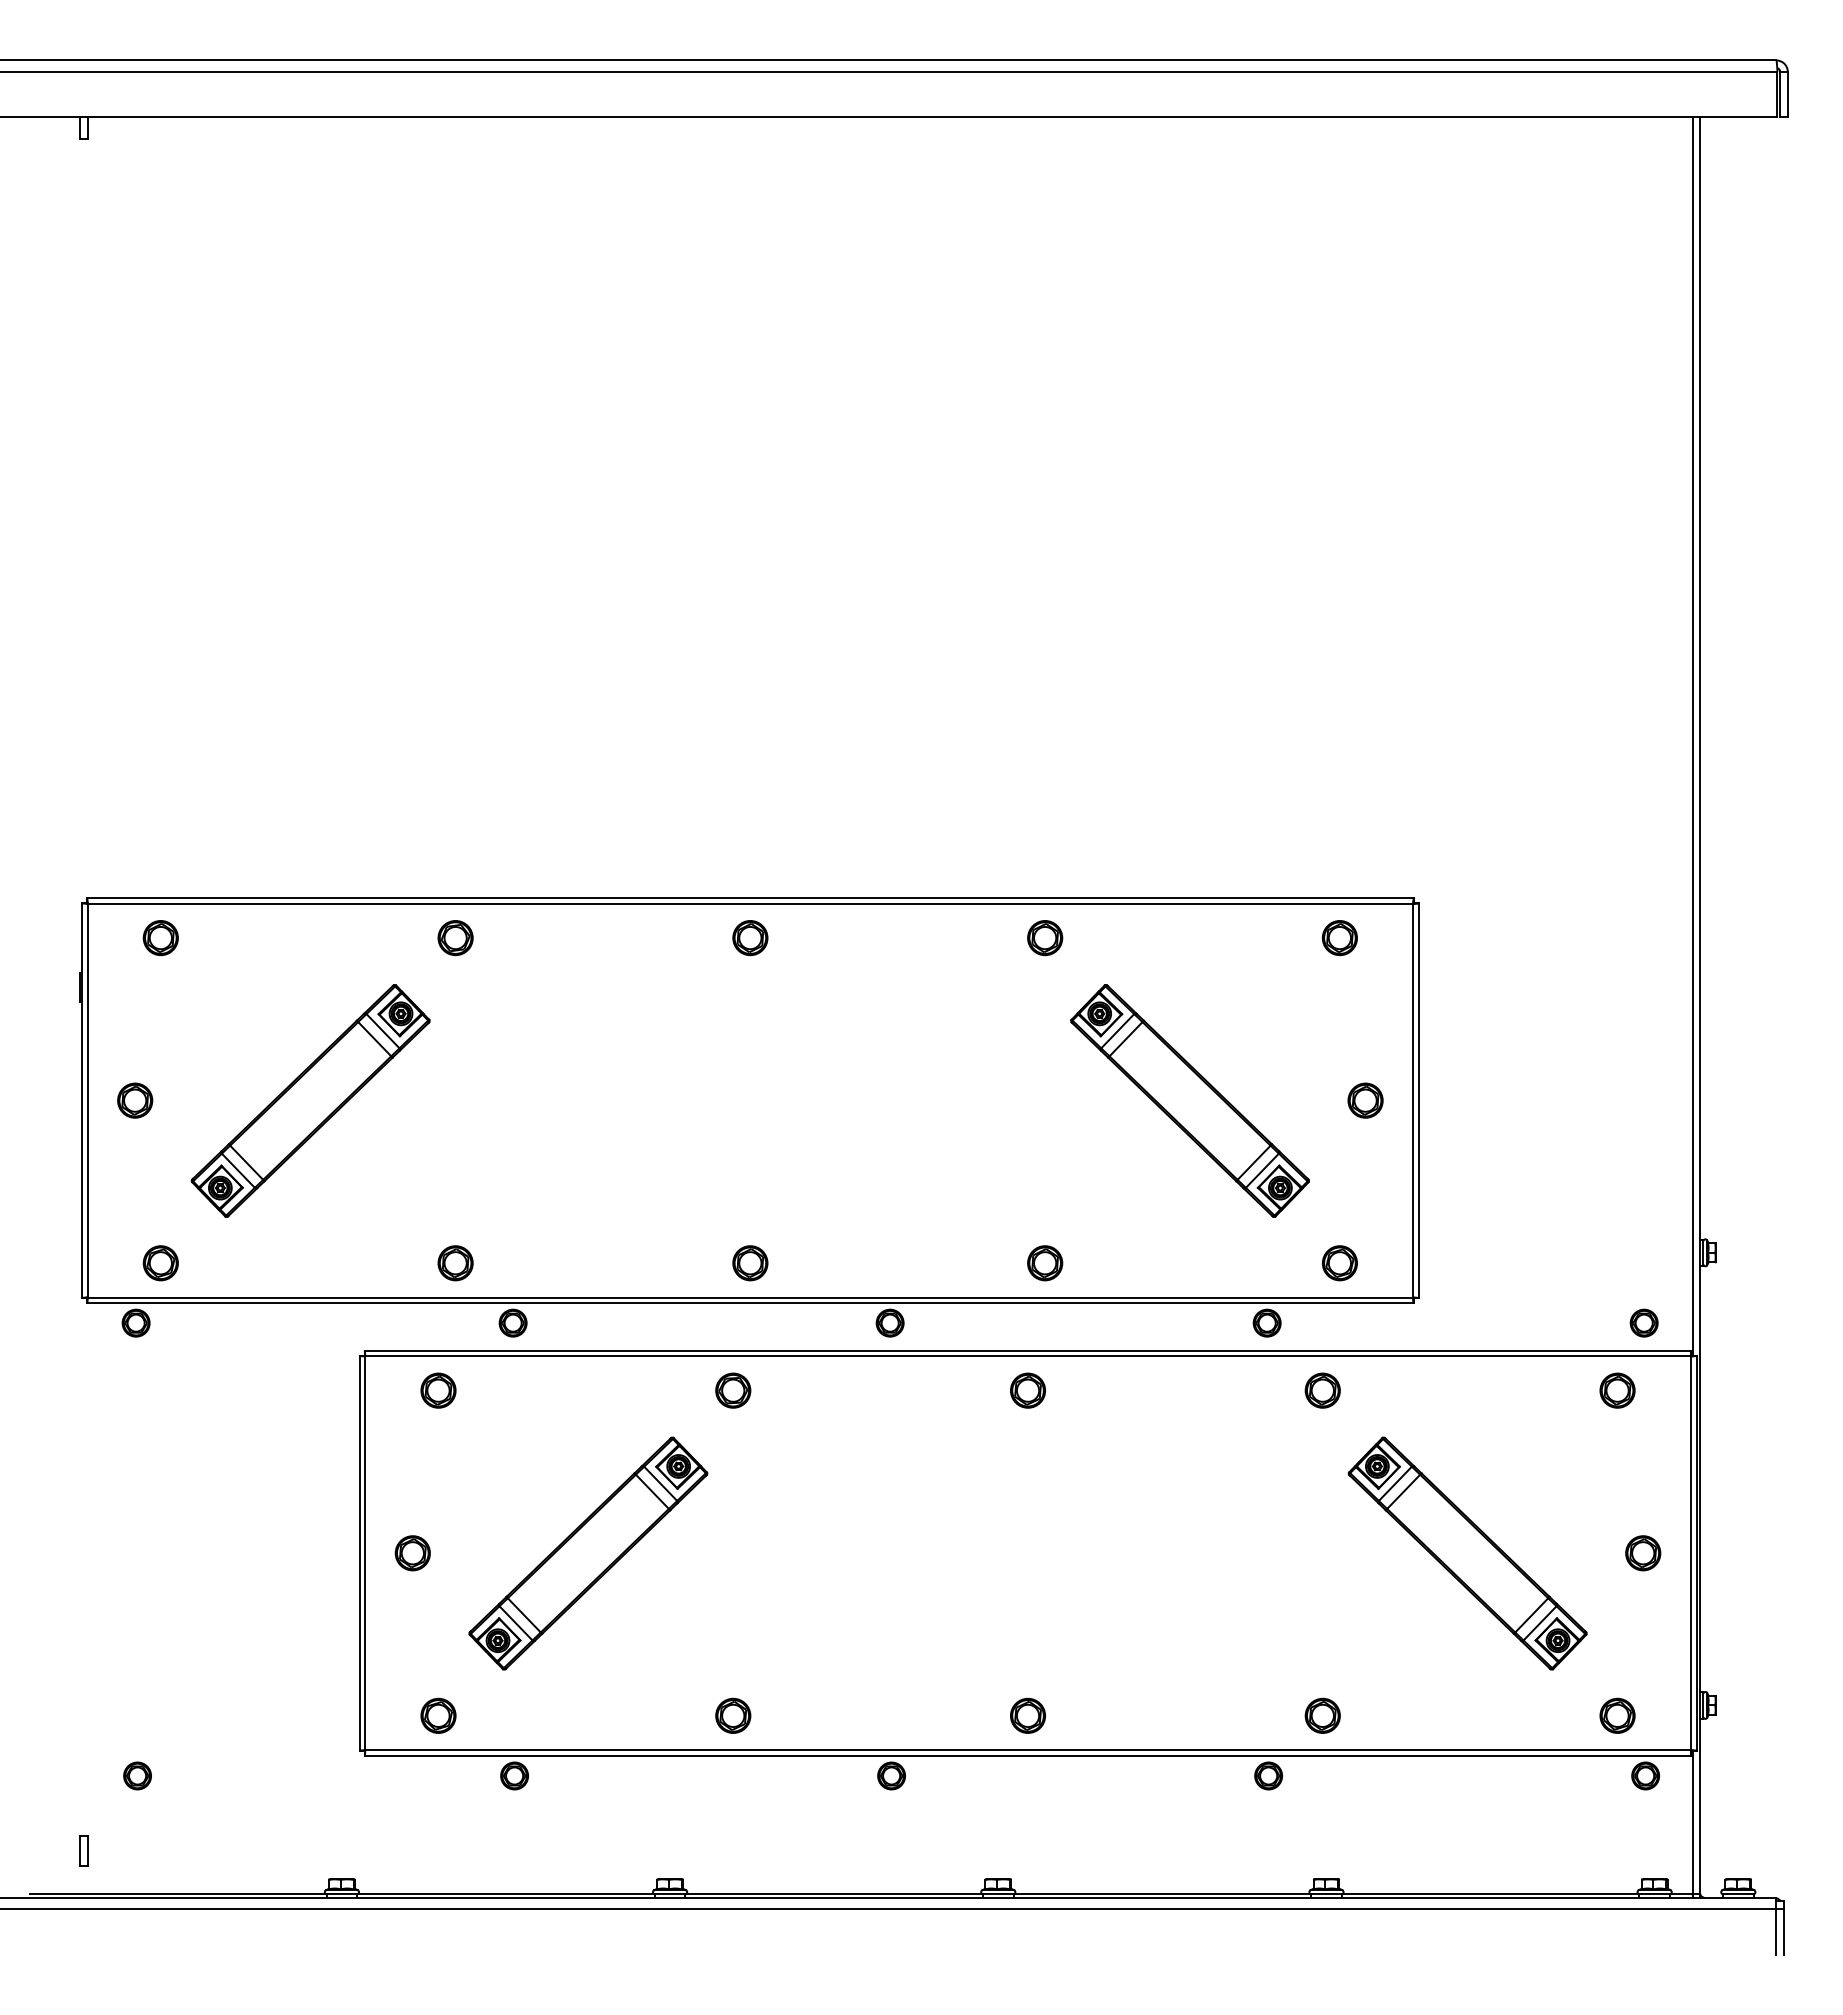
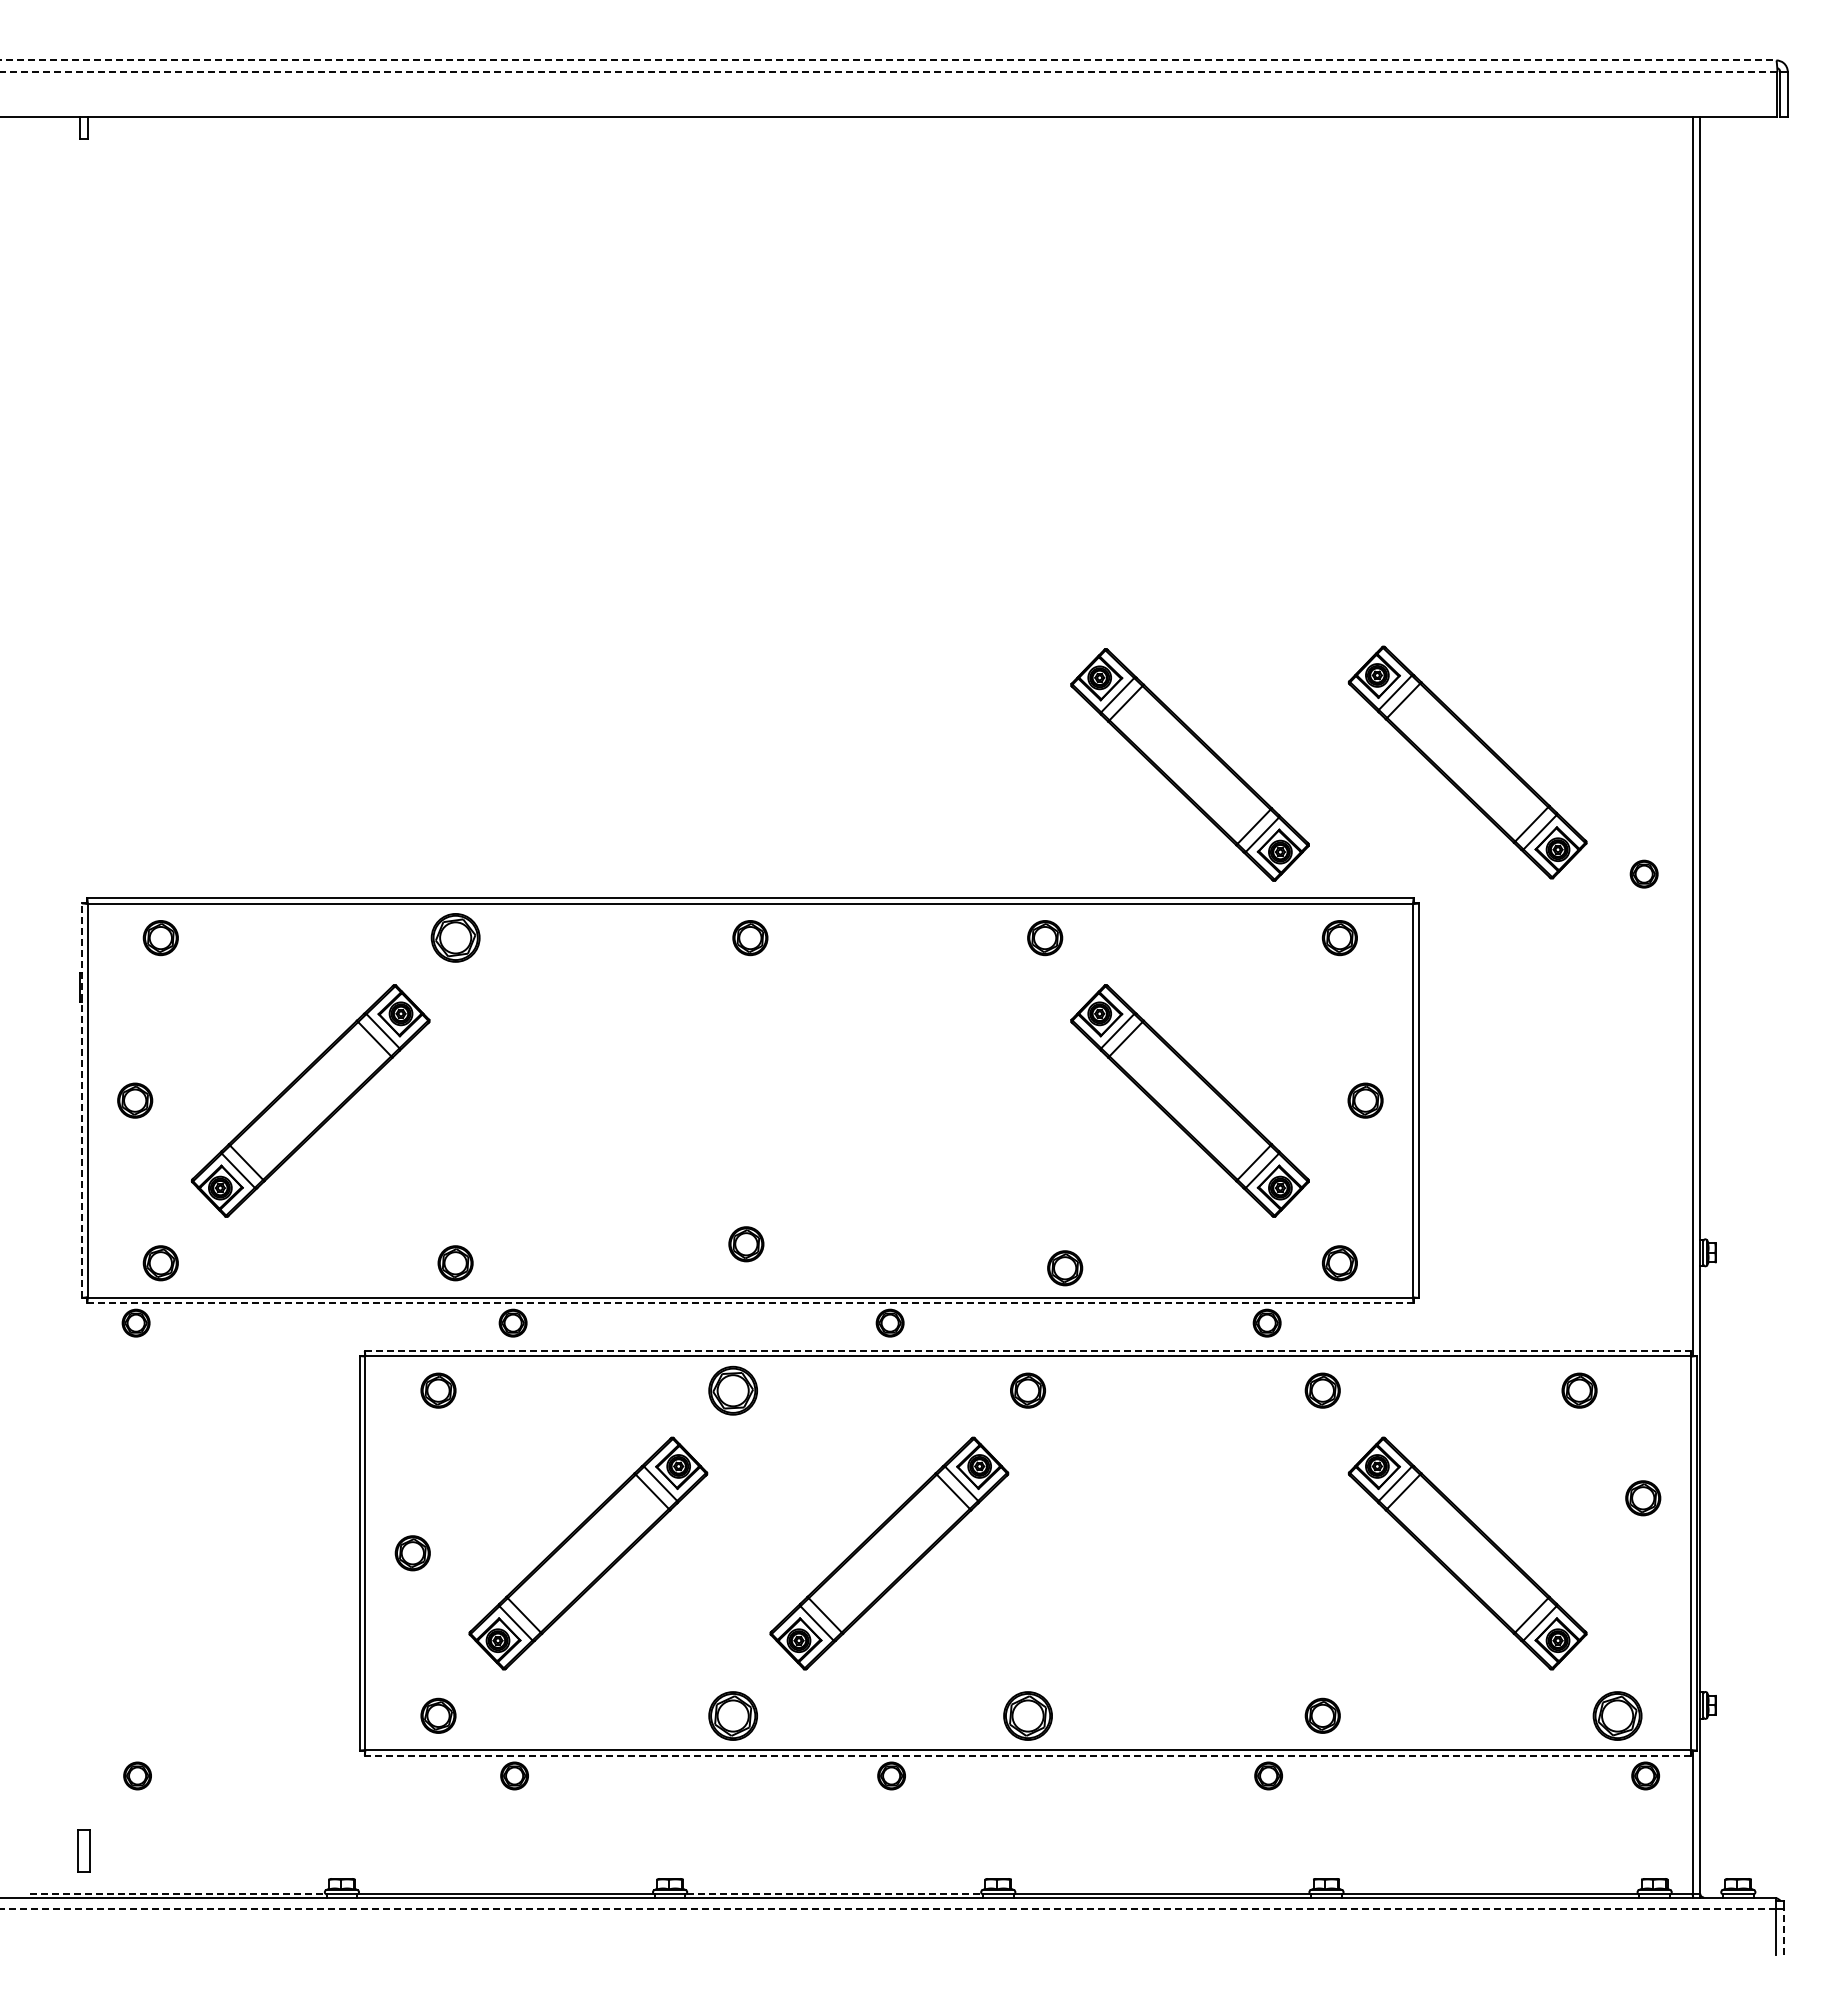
line at (888, 60): solid -> dashed
line at (888, 71): solid -> dashed
part at (1467, 762): none -> present
part at (1189, 764): none -> present
part at (455, 938) size: 37x37 px -> 51x50 px
line at (81, 1100): solid -> dashed
part at (750, 1263) position: (750, 1263) -> (746, 1244)
part at (1045, 1263) position: (1045, 1263) -> (1065, 1268)
line at (749, 1303): solid -> dashed
part at (1643, 1322) position: (1643, 1322) -> (1643, 873)
line at (1028, 1350): solid -> dashed
part at (733, 1390) size: 37x37 px -> 50x51 px
part at (1617, 1390) position: (1617, 1390) -> (1579, 1390)
part at (889, 1553): none -> present
part at (1643, 1553) position: (1643, 1553) -> (1643, 1498)
part at (733, 1715) size: 37x37 px -> 50x50 px
part at (1027, 1715) size: 36x37 px -> 50x50 px
part at (1617, 1715) size: 37x37 px -> 51x50 px
line at (1027, 1755): solid -> dashed
part at (83, 1850) size: 10x32 px -> 14x44 px
line at (177, 1893): solid -> dashed
line at (834, 1893): solid -> dashed
line at (888, 1908): solid -> dashed
line at (1783, 1931): solid -> dashed
